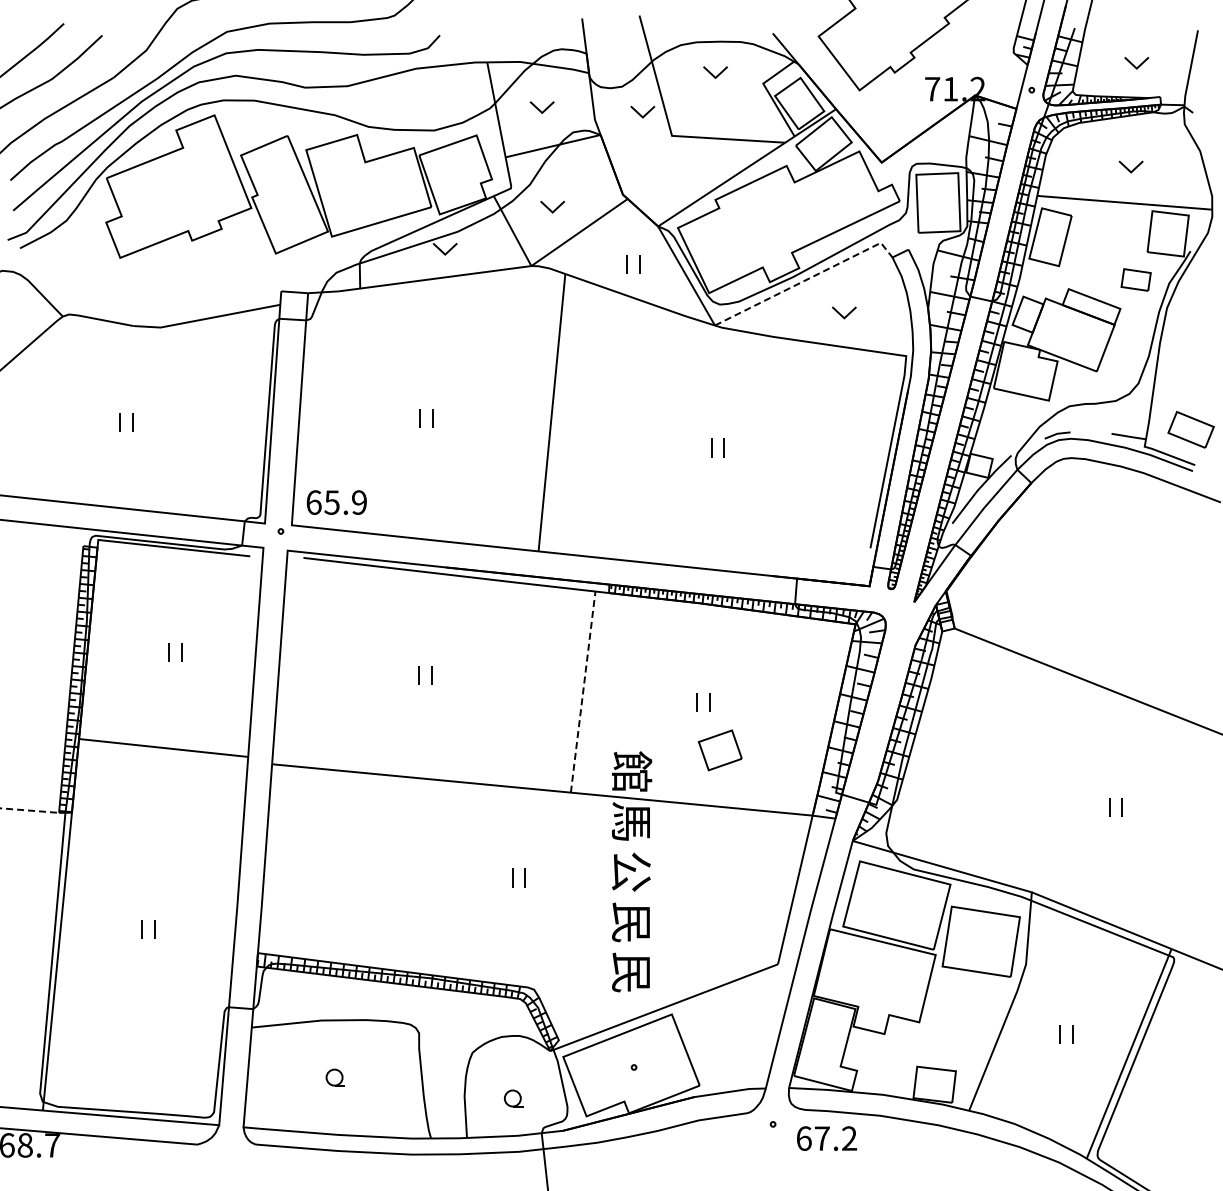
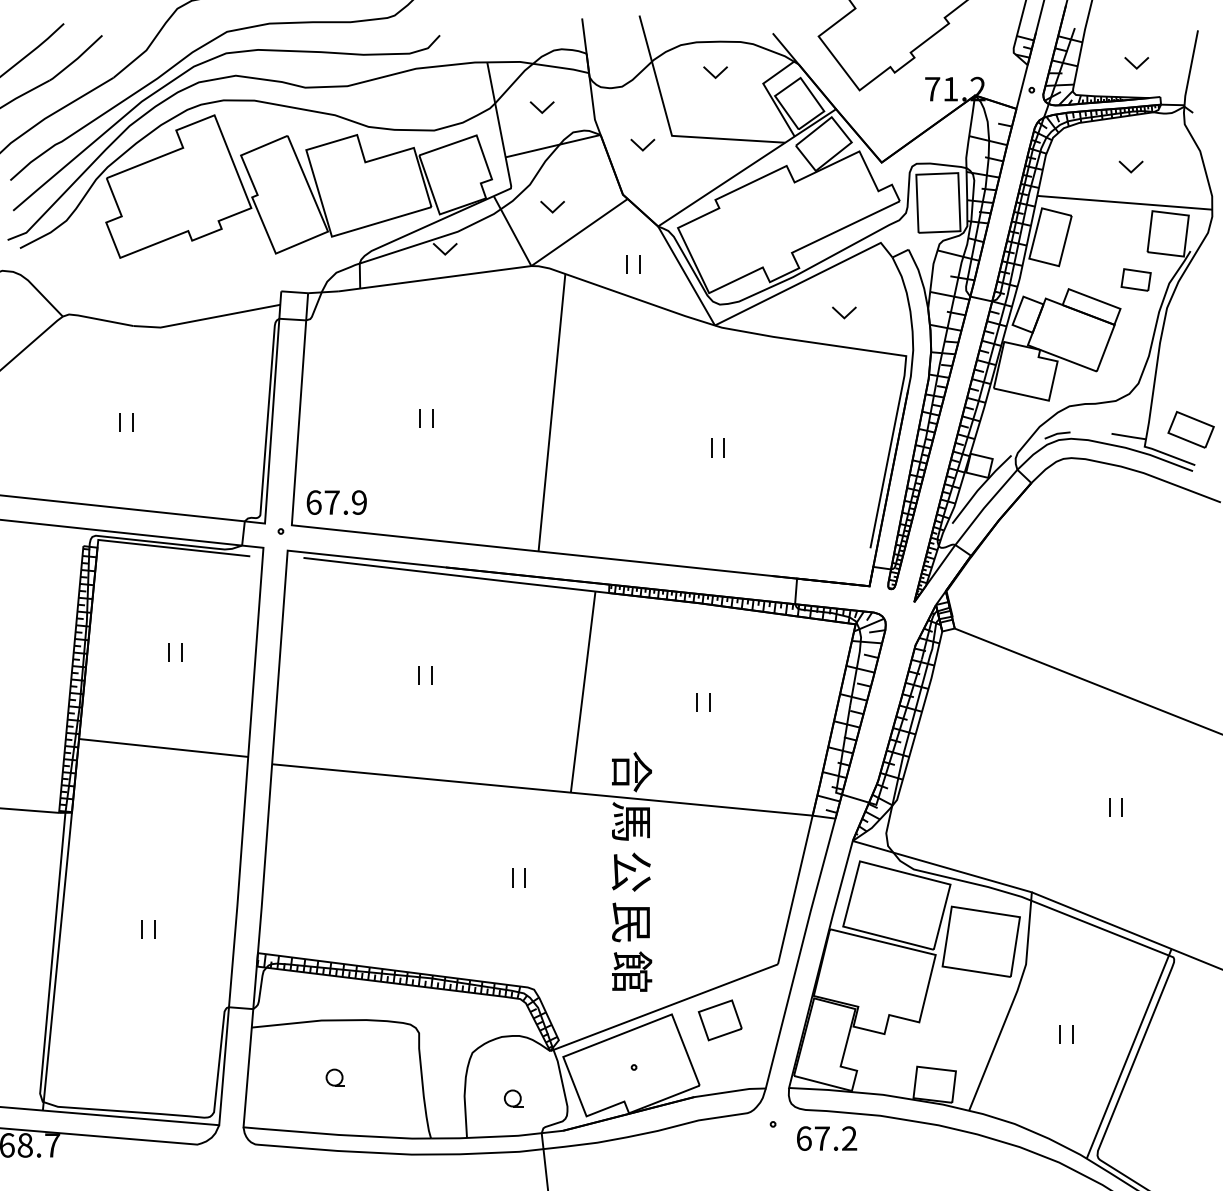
part at (642, 111) position: (642, 111) -> (642, 144)
line at (806, 279): dashed -> solid
text at (331, 502): 65.9 -> 67.9
line at (583, 691): dashed -> solid
part at (719, 750) position: (719, 750) -> (719, 1020)
text at (632, 771): 館 -> 合
line at (30, 810): dashed -> solid
text at (632, 971): 民 -> 館
